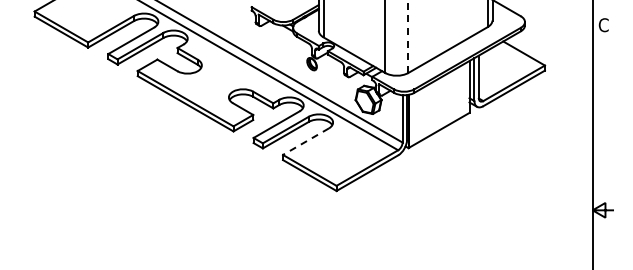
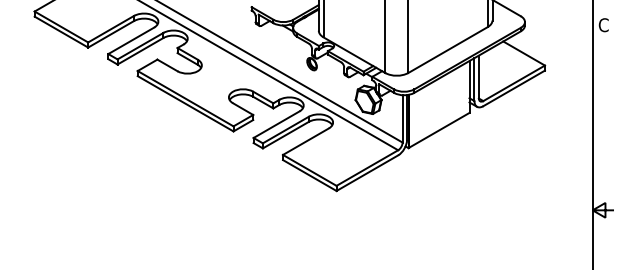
line at (408, 36): dashed -> solid
line at (305, 141): dashed -> solid
